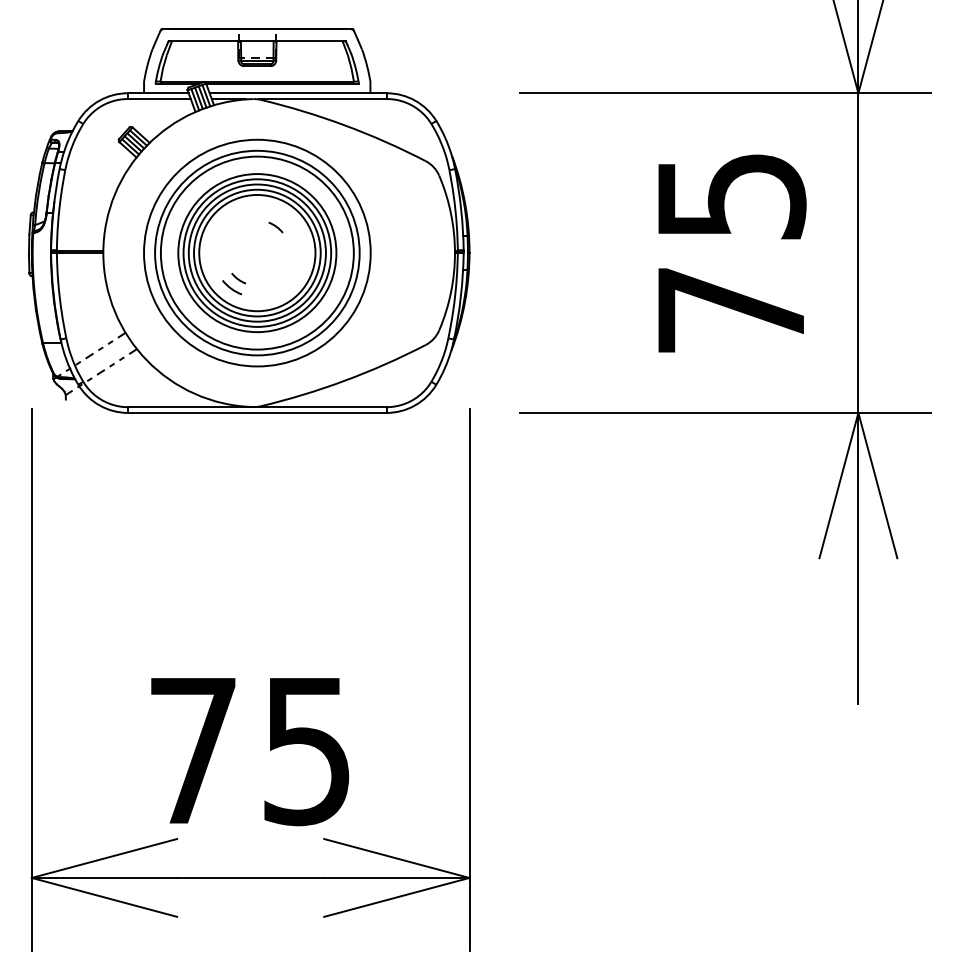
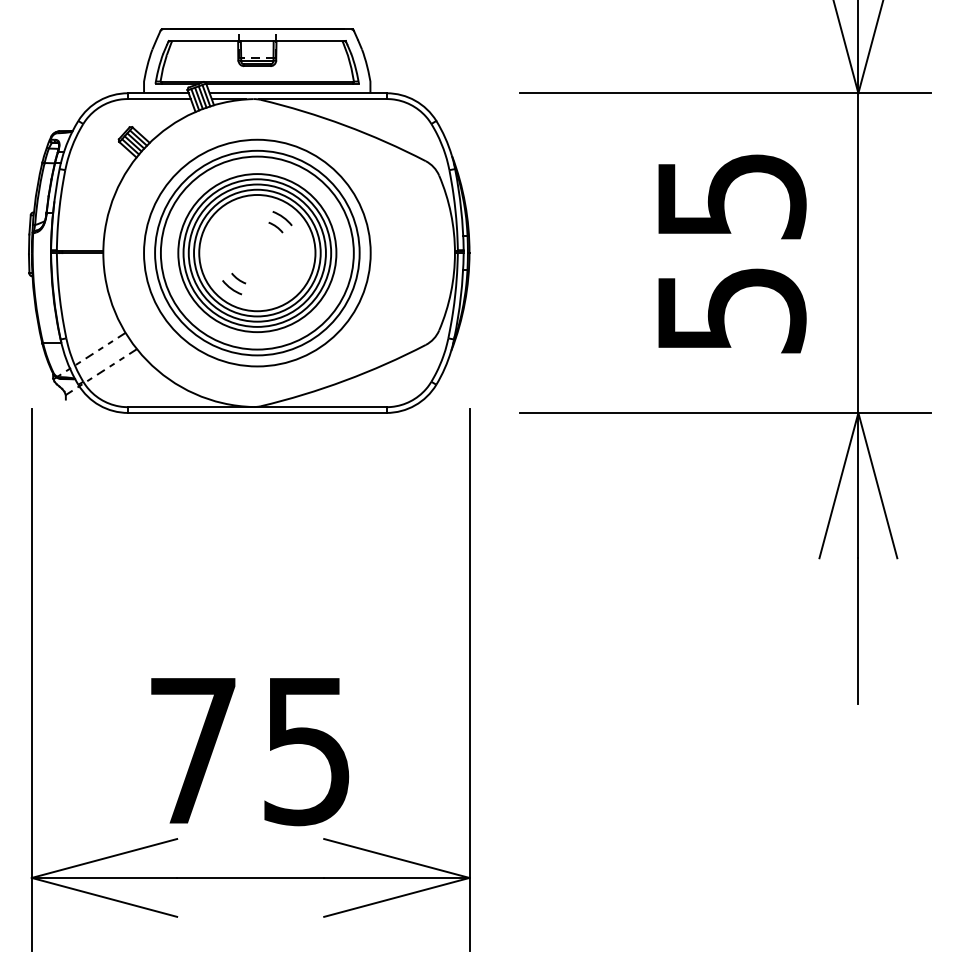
arc at (282, 217): none -> present
text at (732, 310): 75 -> 55
